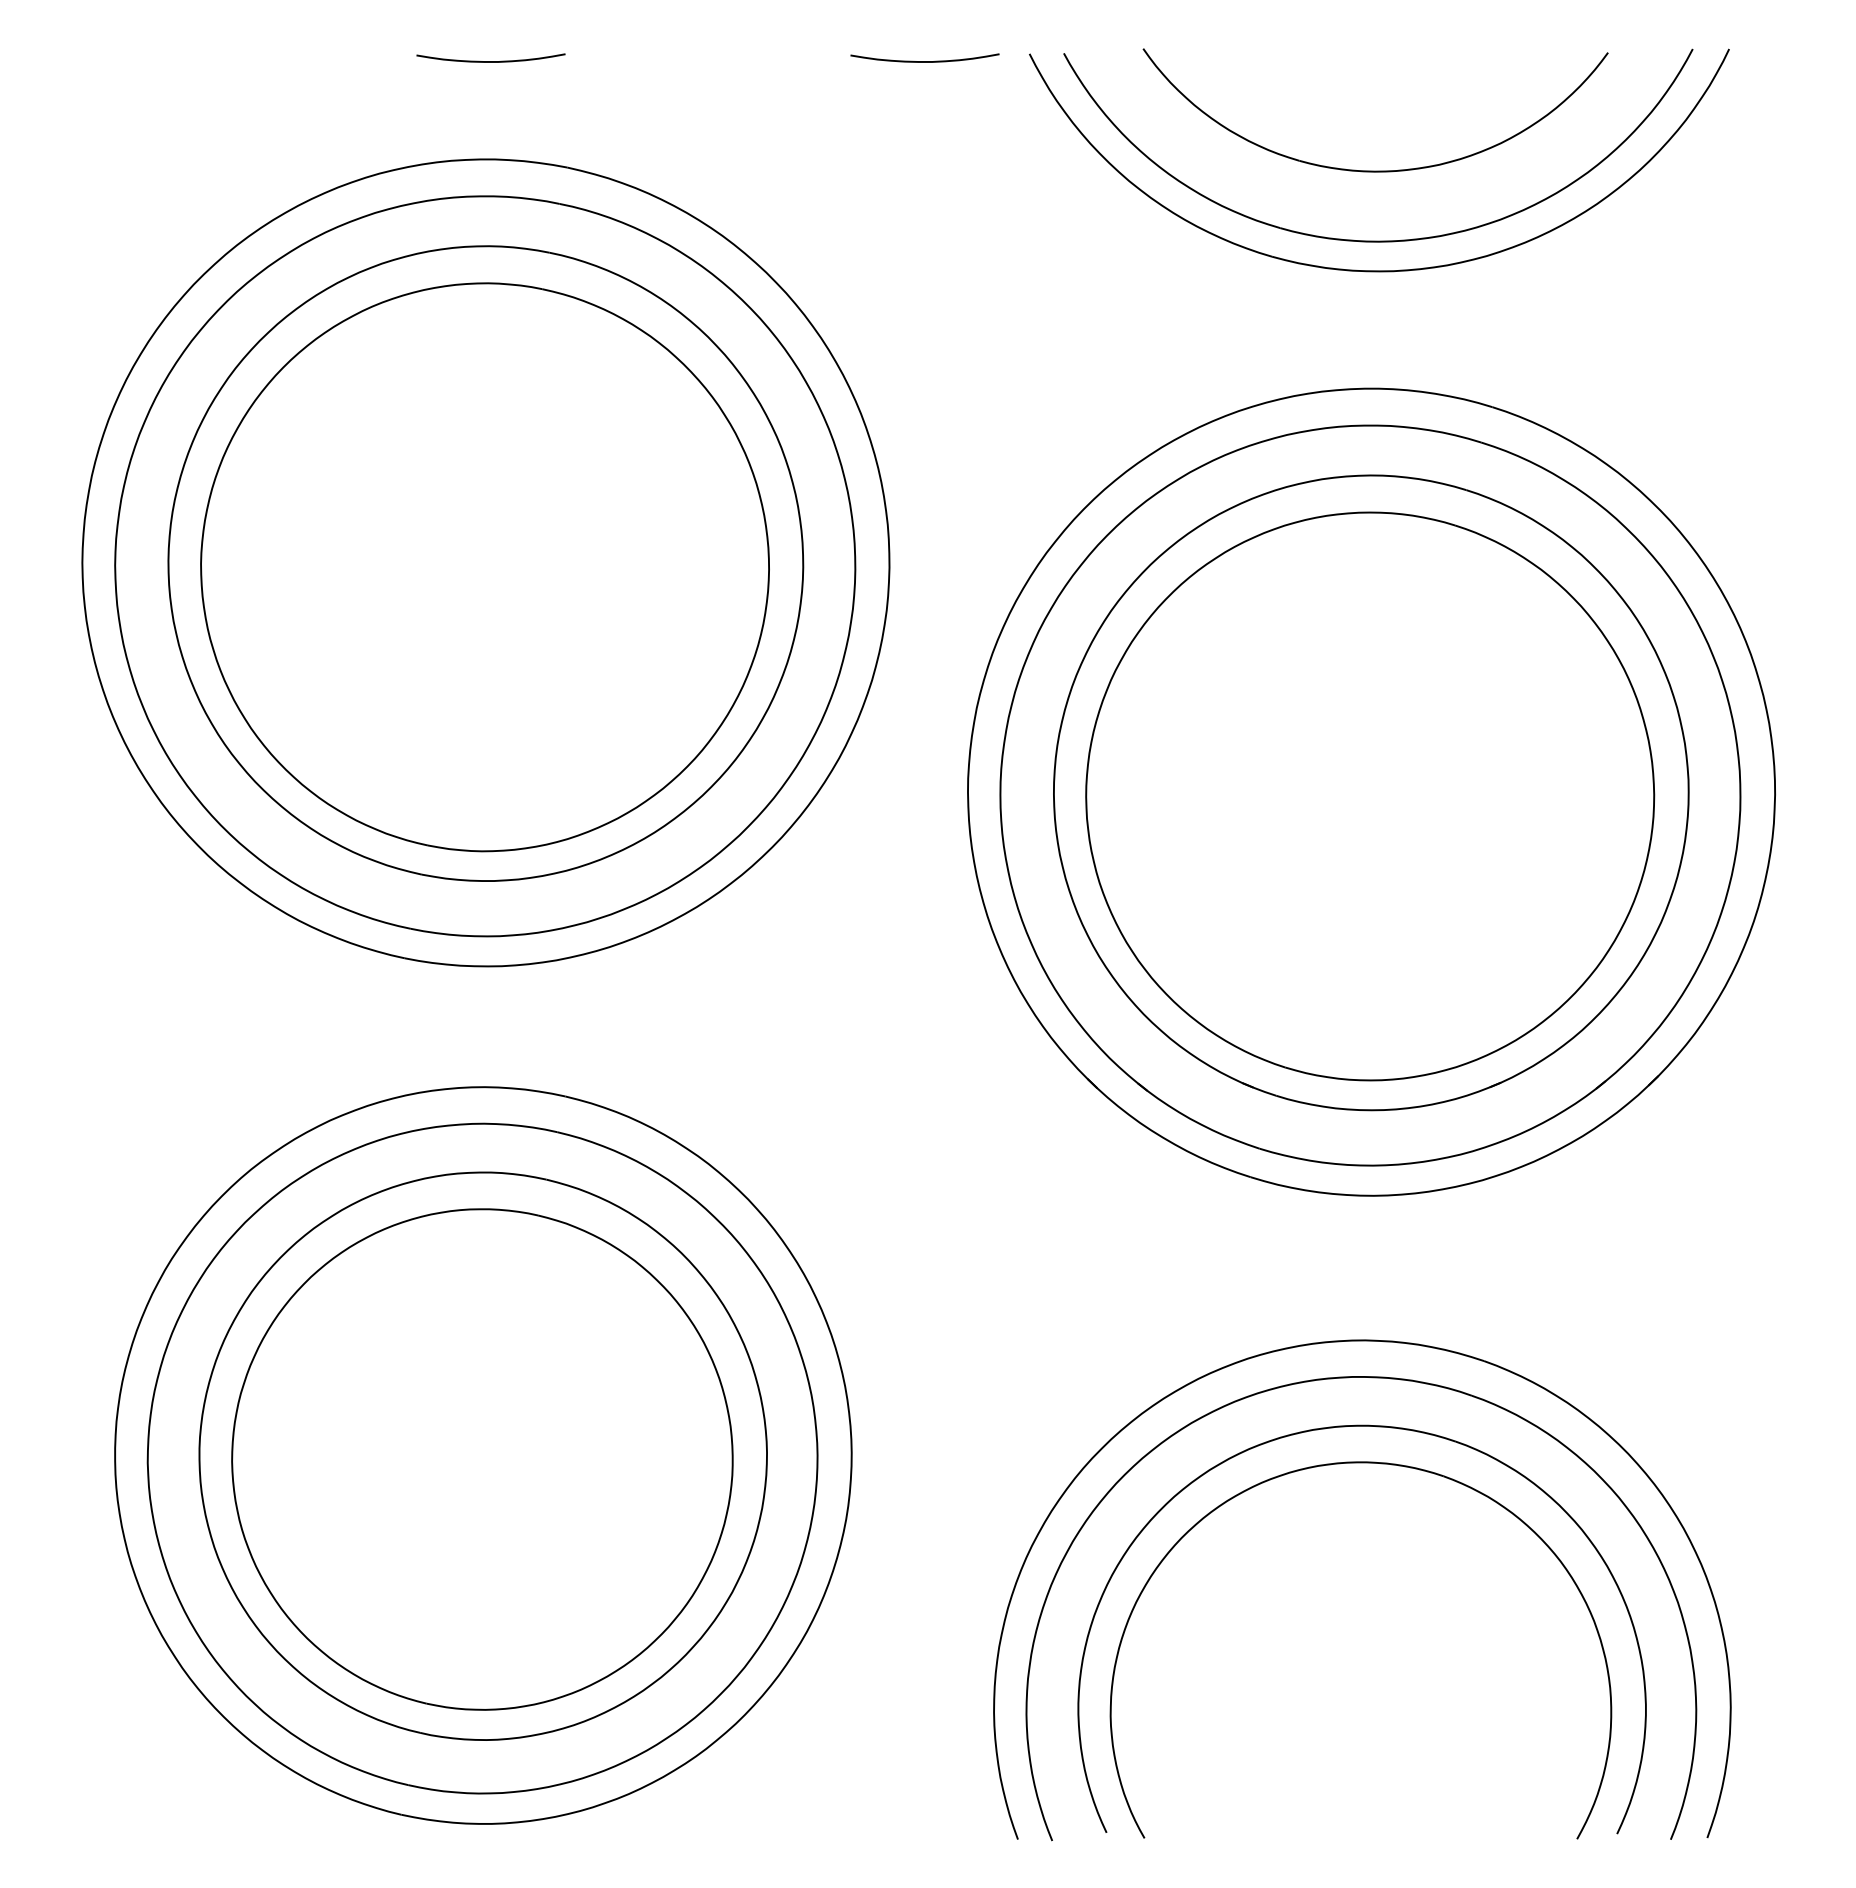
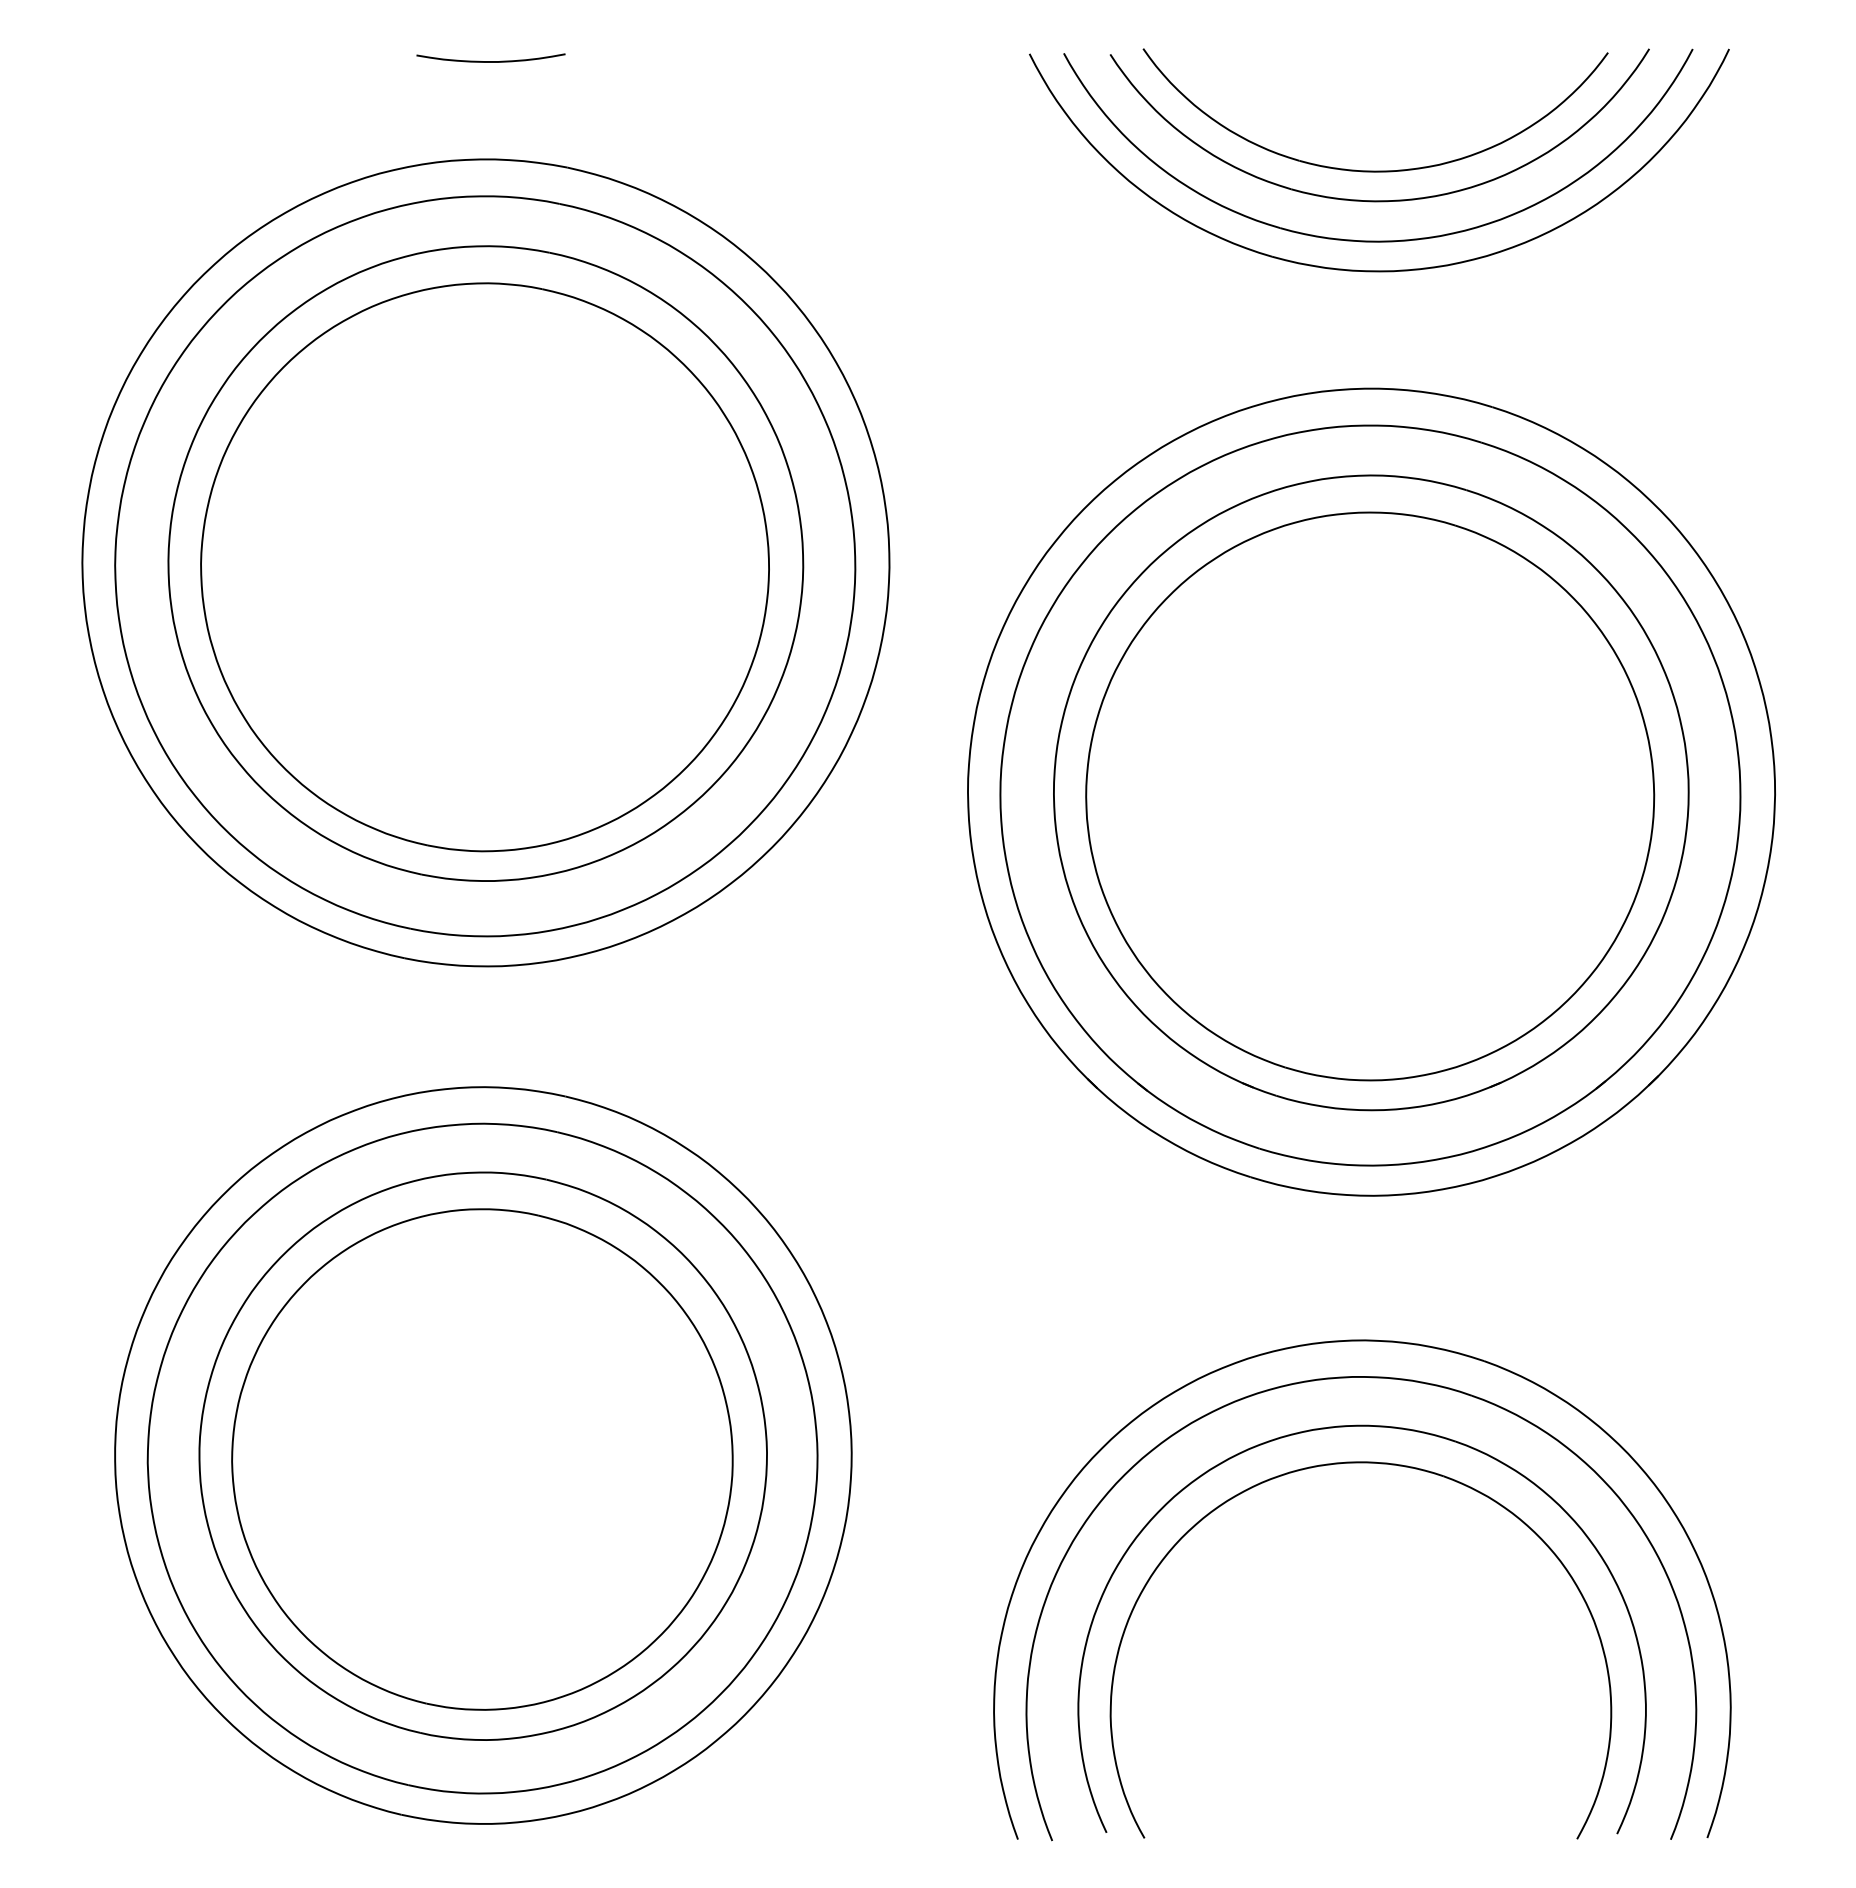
curve at (924, 61): present -> none
part at (1379, 200): none -> present
